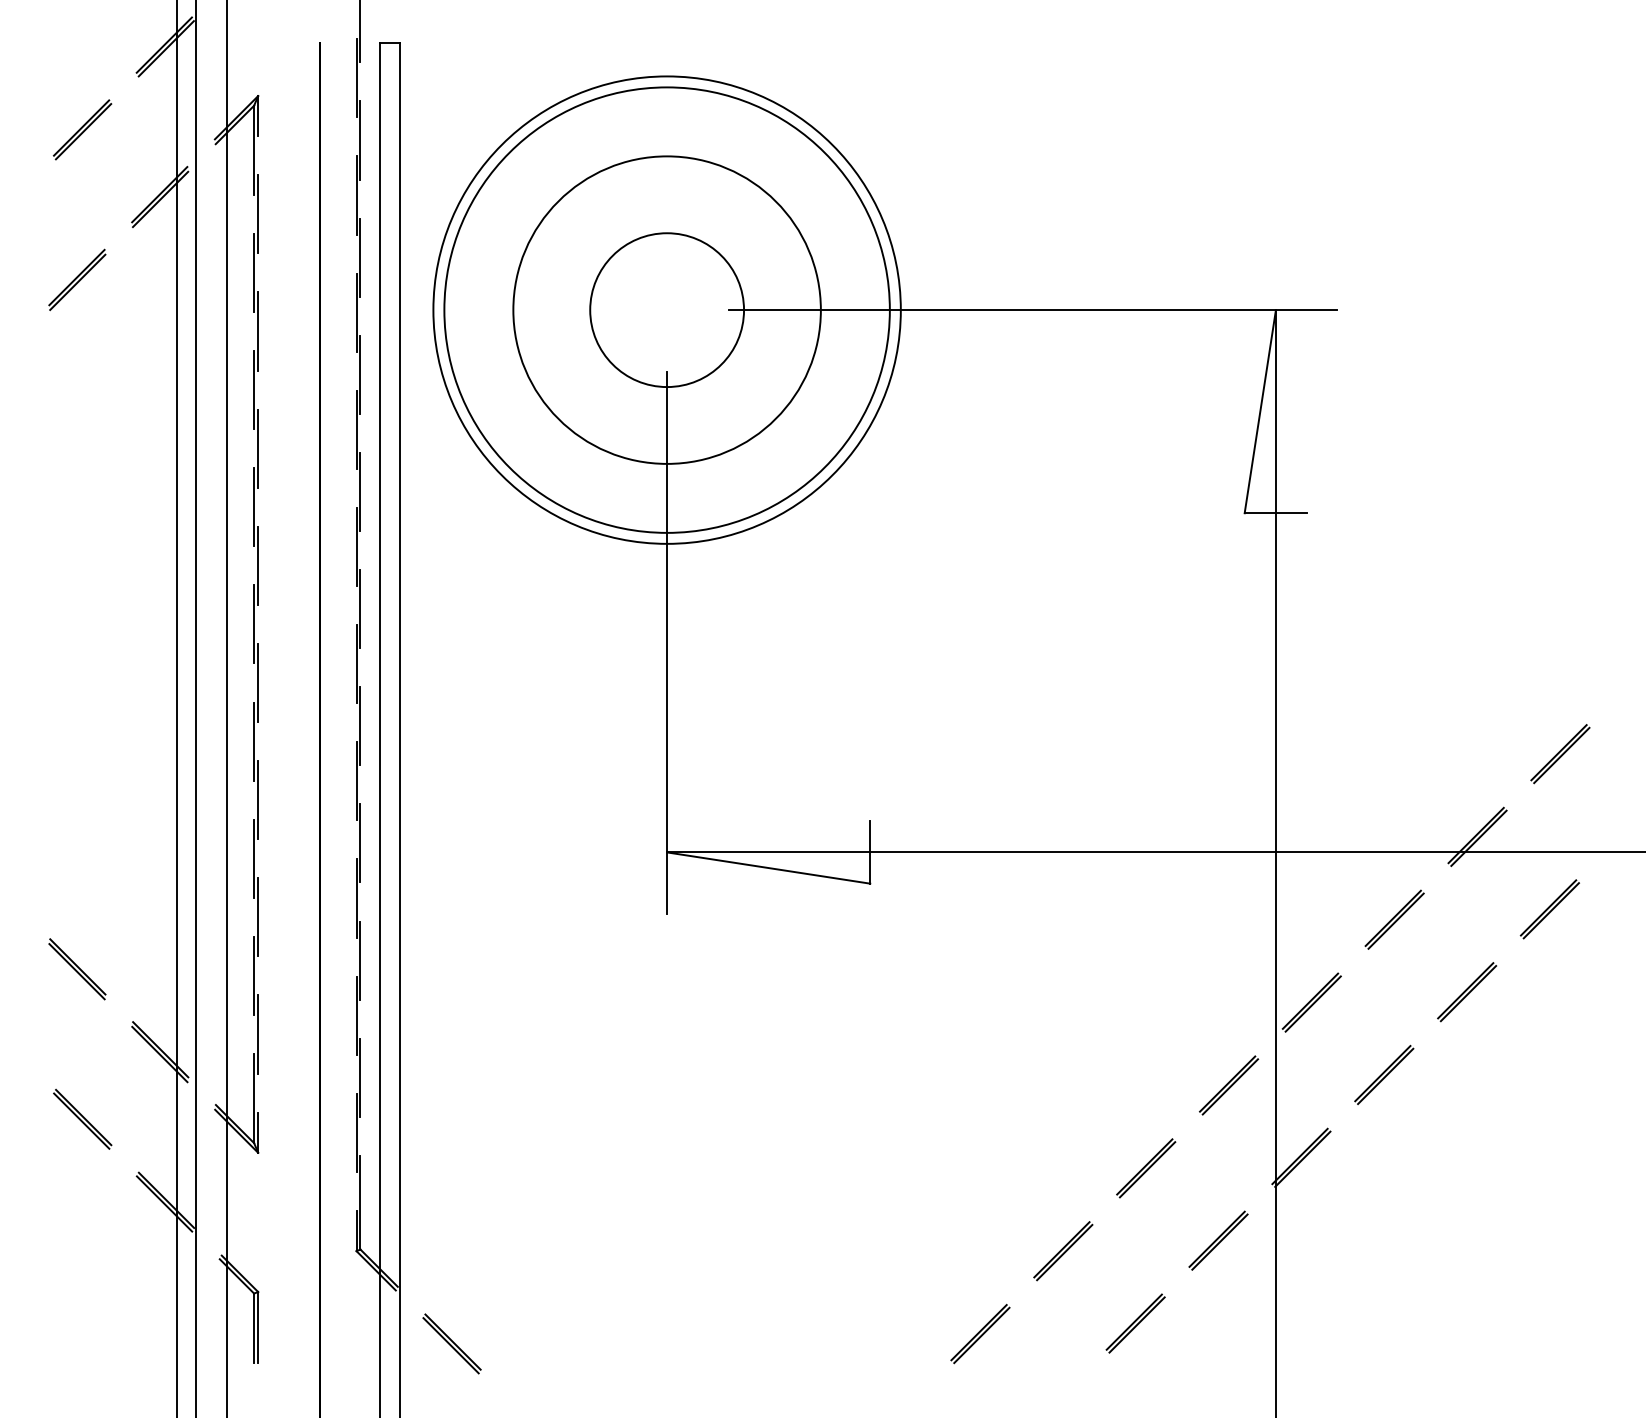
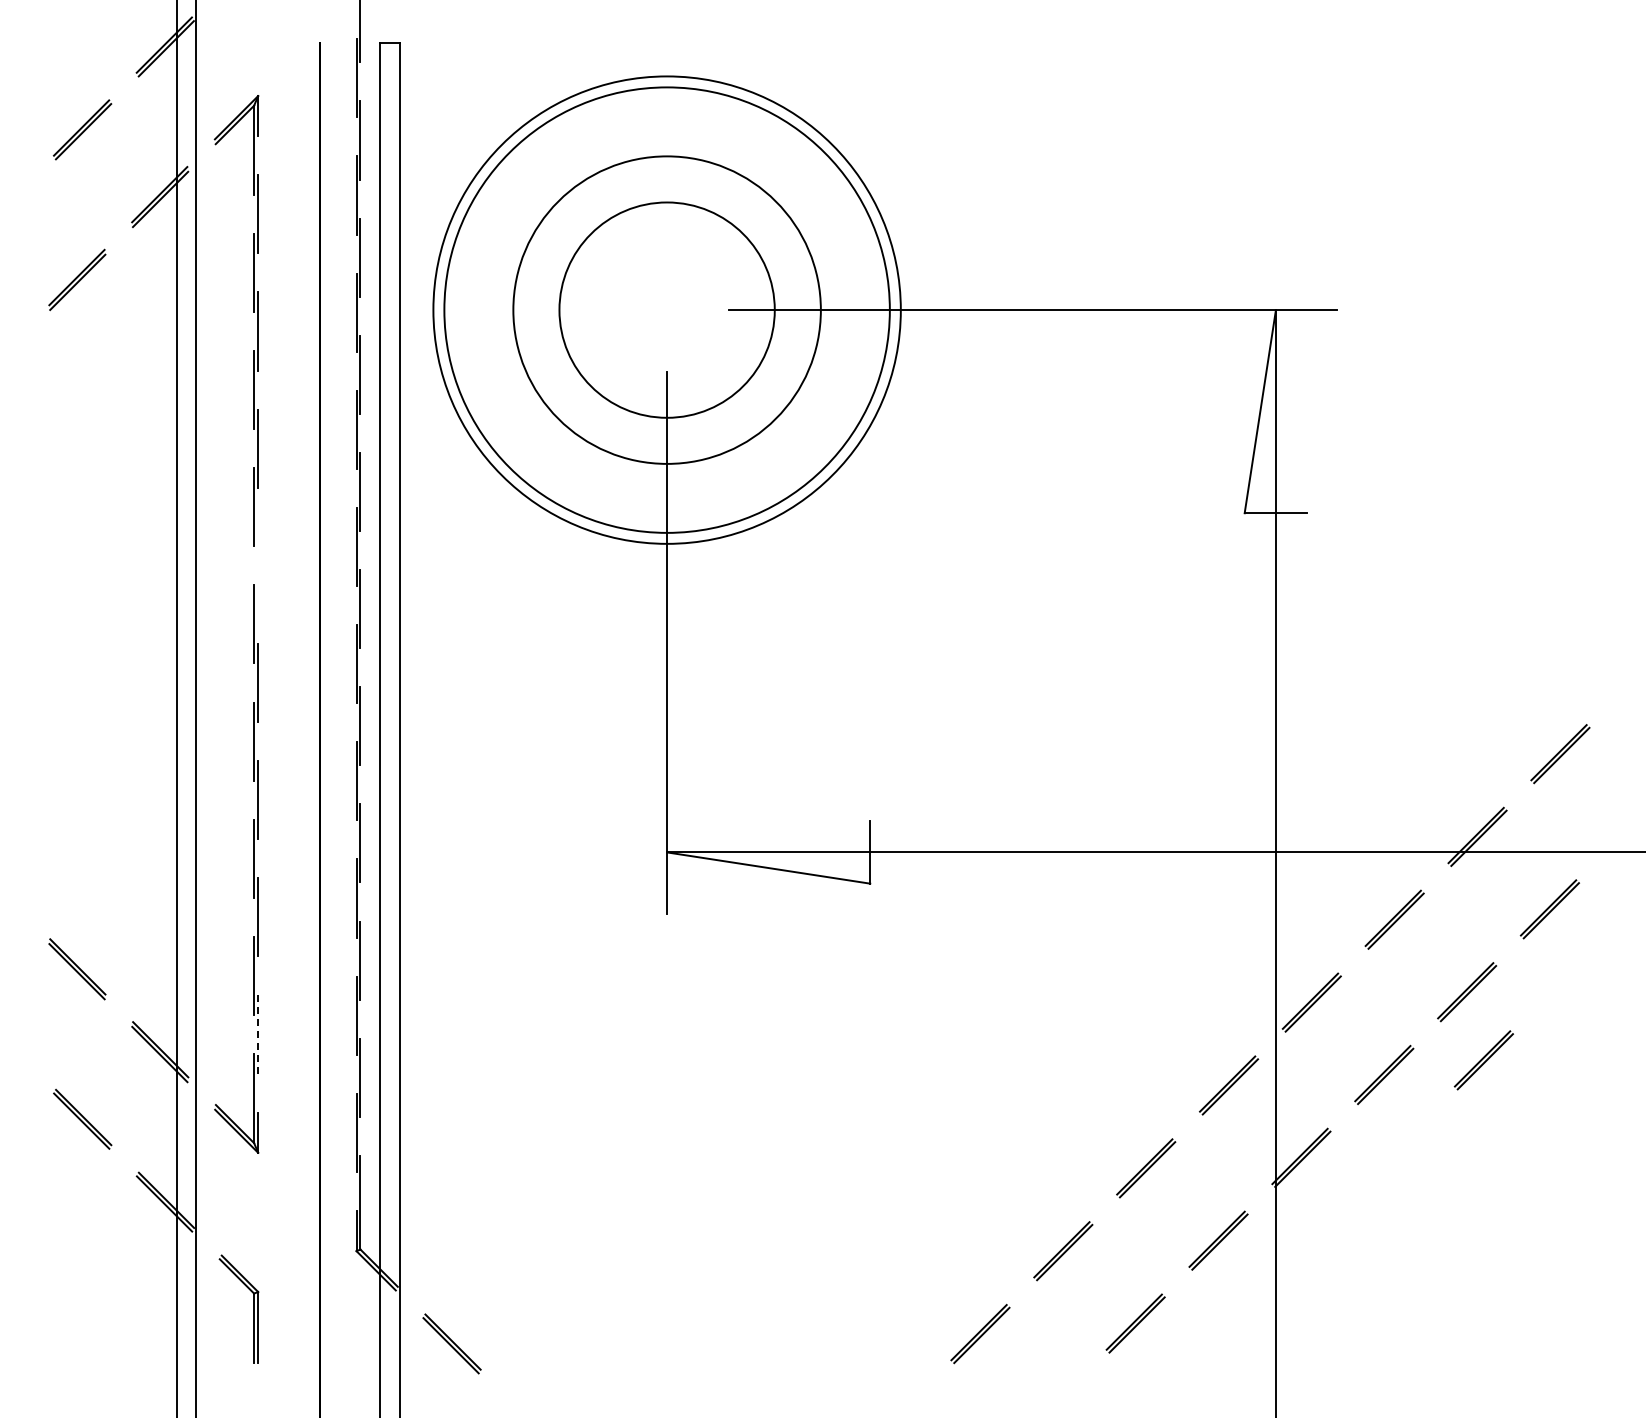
circle at (667, 310) diameter: 154 px -> 215 px
line at (258, 565): present -> none
line at (227, 708): present -> none
line at (258, 1034): solid -> dashed
part at (1483, 1060): none -> present
